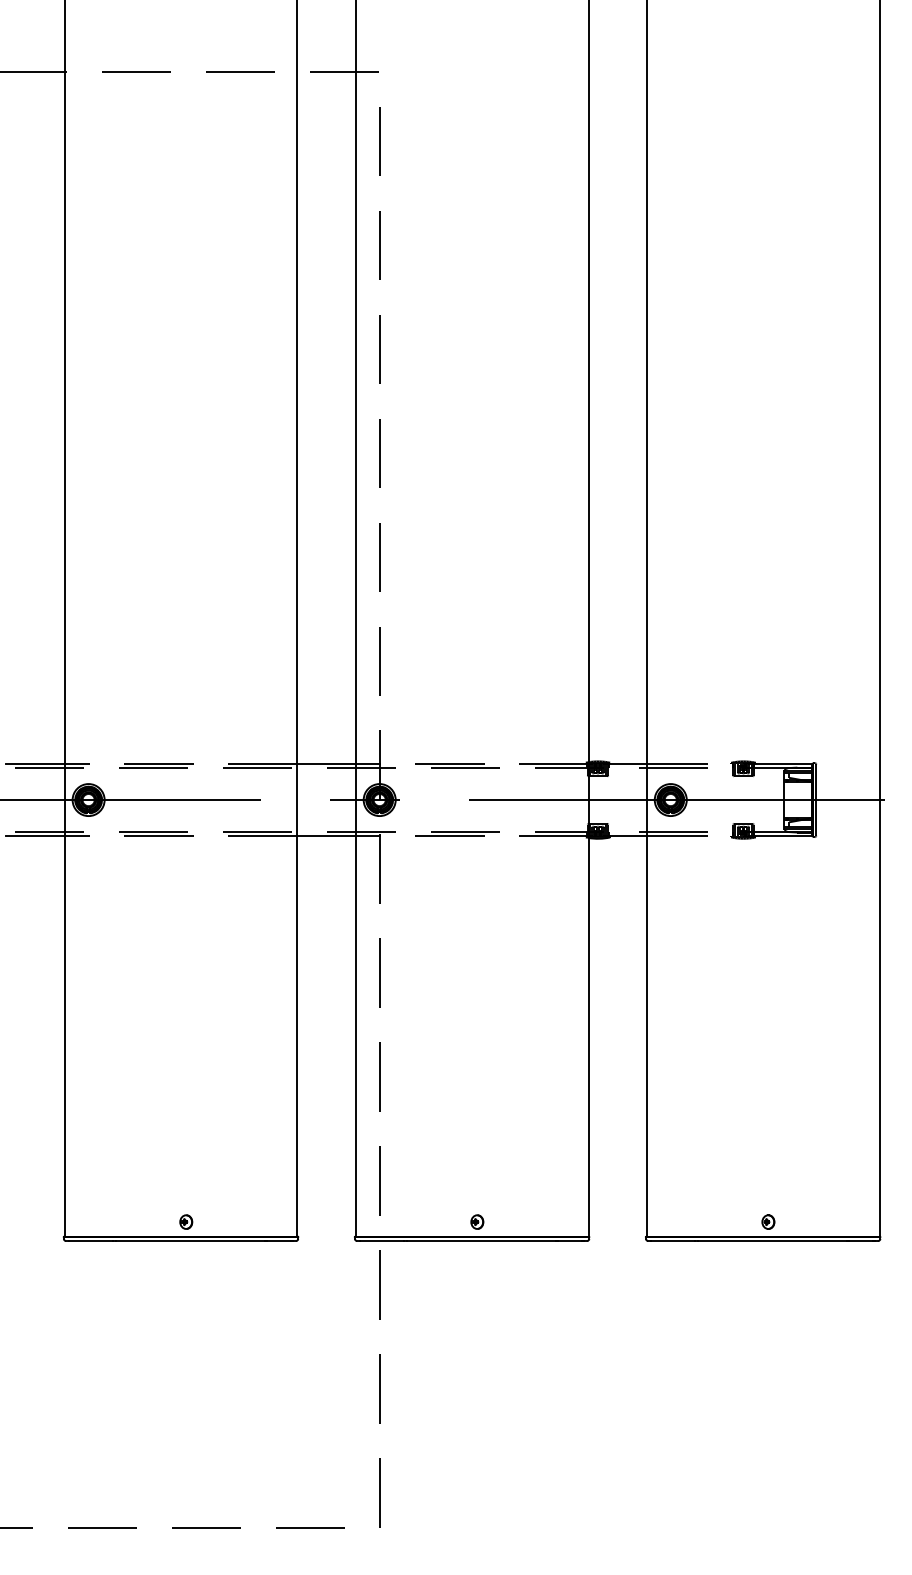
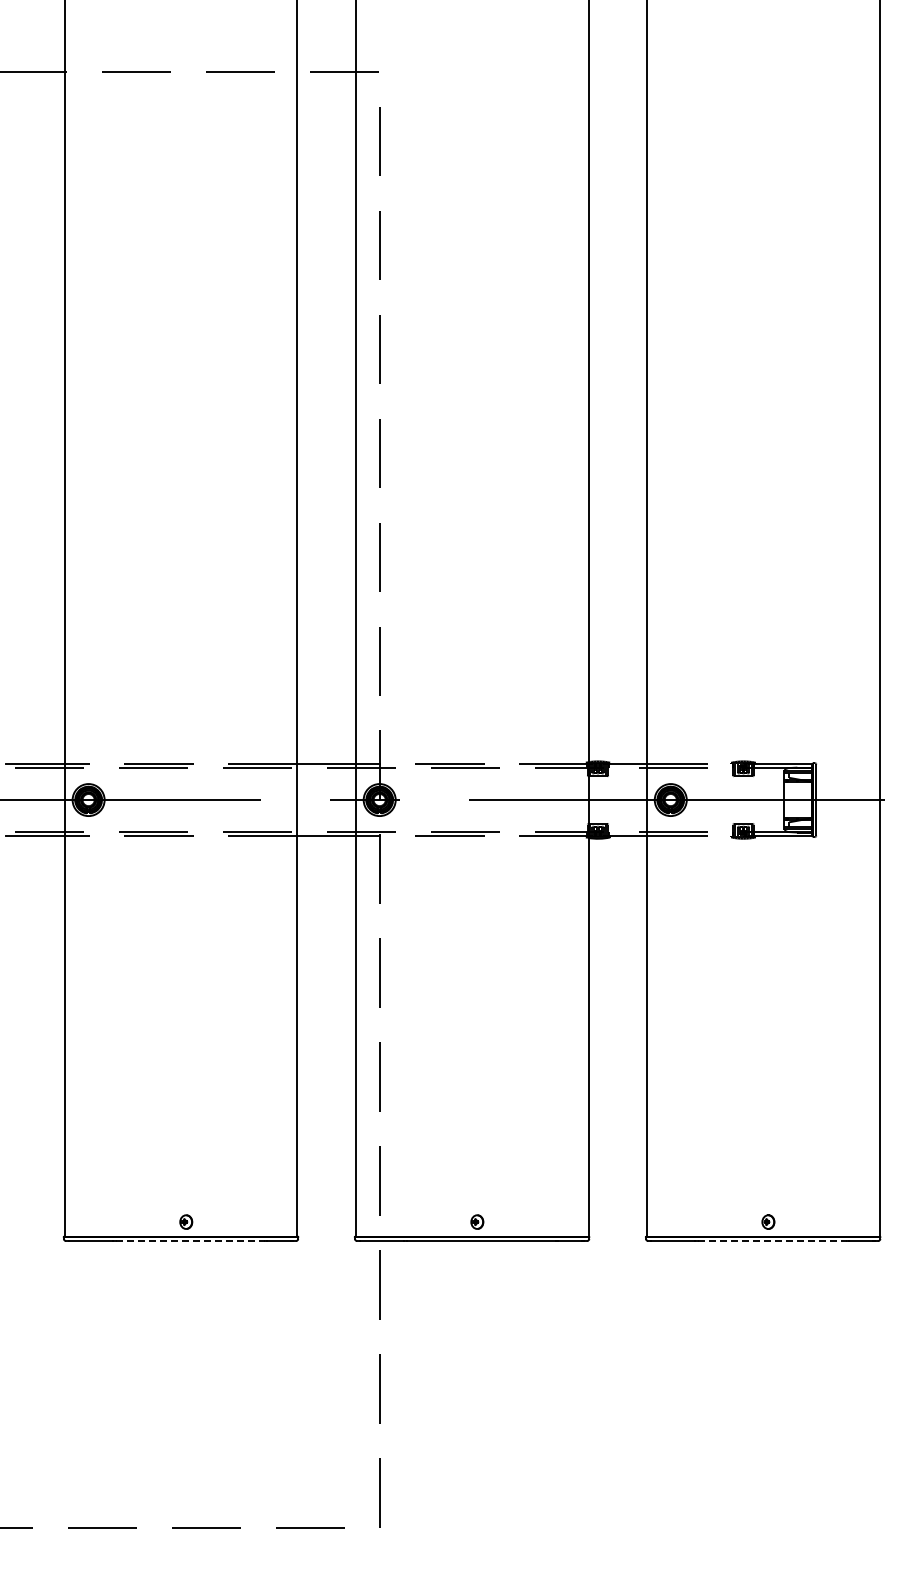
line at (190, 1241): solid -> dashed
line at (772, 1241): solid -> dashed
